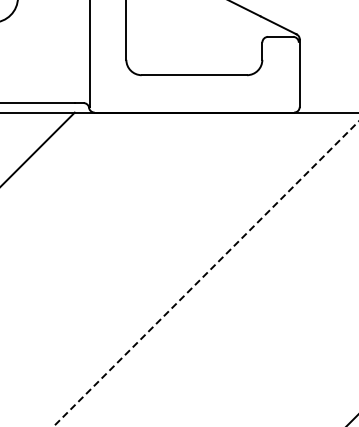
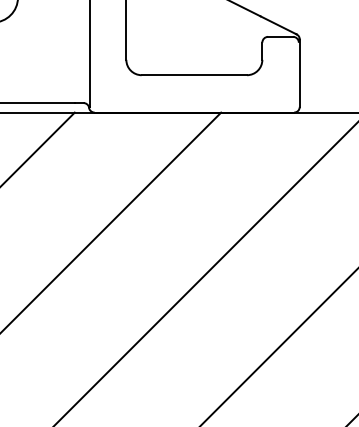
line at (111, 221): none -> present
line at (205, 274): dashed -> solid
line at (278, 347): none -> present
